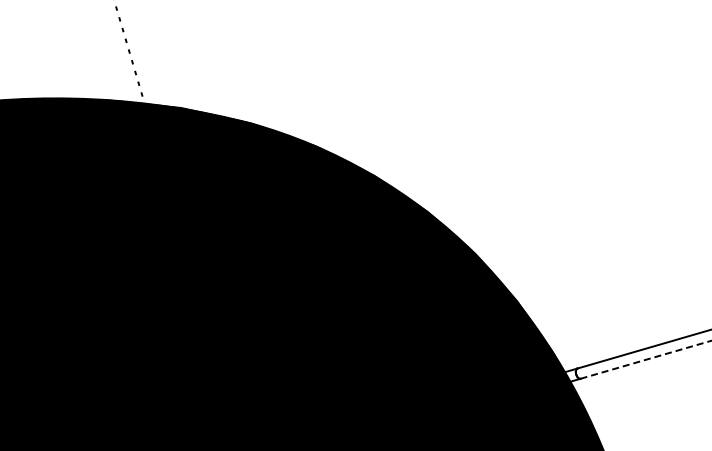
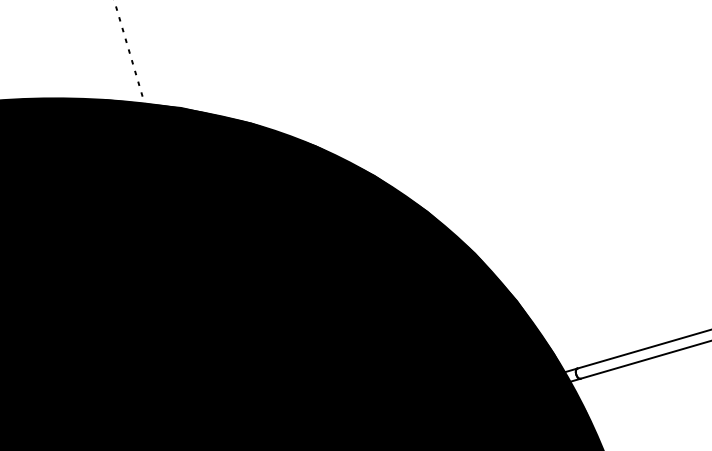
line at (646, 359): dashed -> solid
